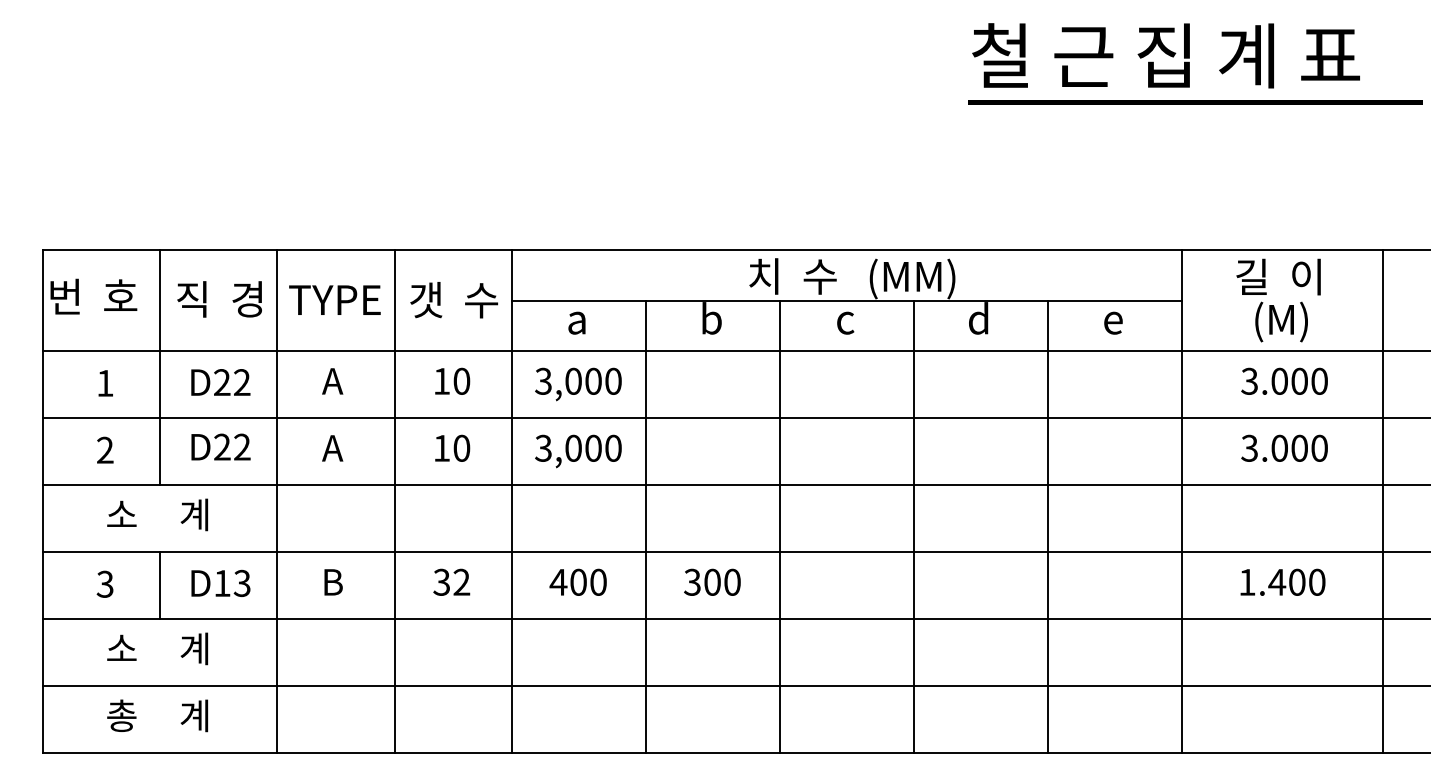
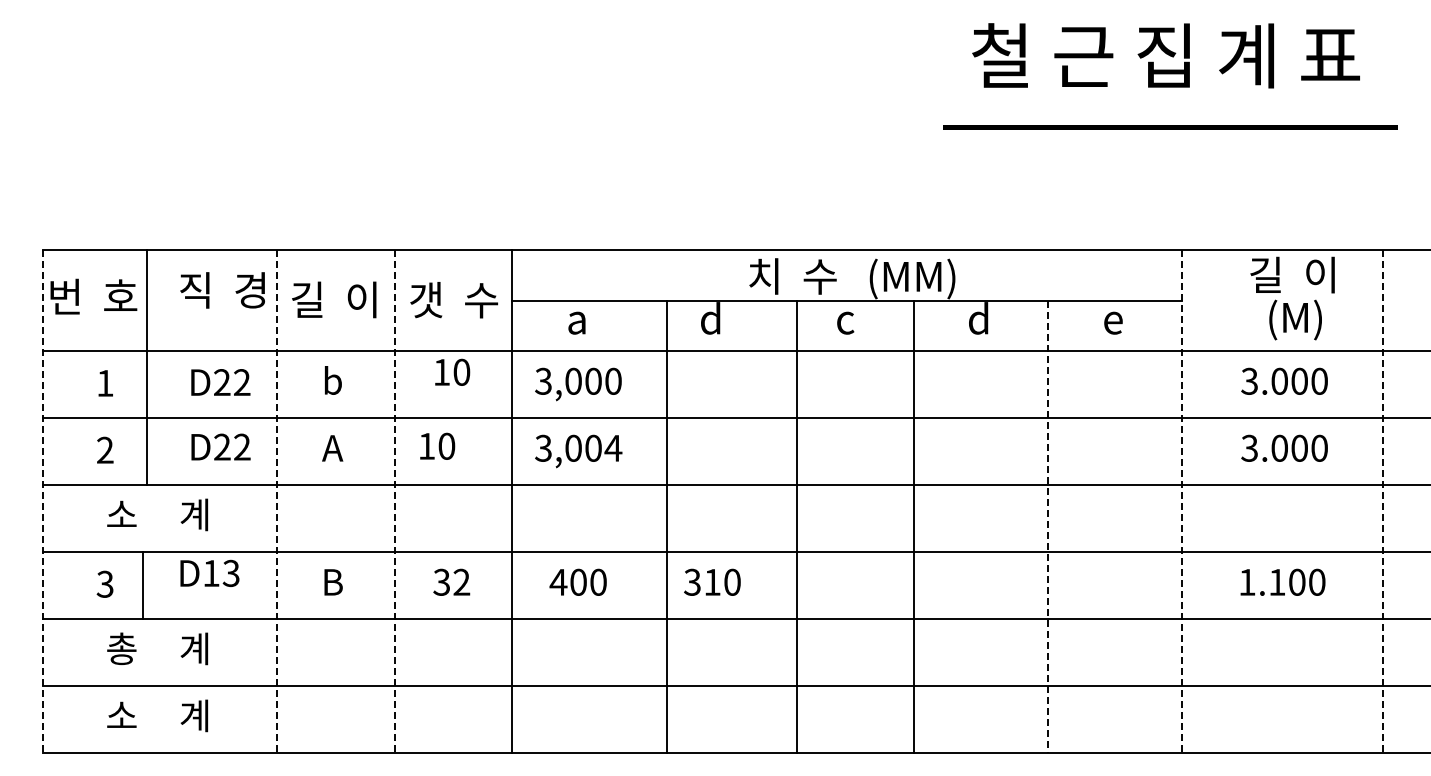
line at (1195, 102) position: (1195, 102) -> (1170, 127)
text at (219, 299) position: (219, 299) -> (222, 290)
text at (334, 299): TYPE -> 길  이
text at (1278, 300) position: (1278, 300) -> (1292, 298)
text at (711, 318): b -> d
line at (160, 367) position: (160, 367) -> (147, 367)
text at (332, 380): A -> b
text at (452, 380) position: (452, 380) -> (452, 371)
text at (452, 447) position: (452, 447) -> (437, 445)
text at (613, 447): 3,000 -> 3,004
line at (42, 502): solid -> dashed
line at (277, 502): solid -> dashed
line at (394, 502): solid -> dashed
line at (1181, 502): solid -> dashed
line at (1382, 502): solid -> dashed
line at (645, 526) position: (645, 526) -> (666, 526)
line at (779, 526) position: (779, 526) -> (796, 526)
line at (1047, 527): solid -> dashed
text at (712, 581): 300 -> 310
text at (220, 582) position: (220, 582) -> (209, 572)
text at (1277, 582): 1.400 -> 1.100
line at (160, 584) position: (160, 584) -> (143, 584)
text at (121, 648): 소     계 -> 총     계
text at (121, 715): 총     계 -> 소     계
